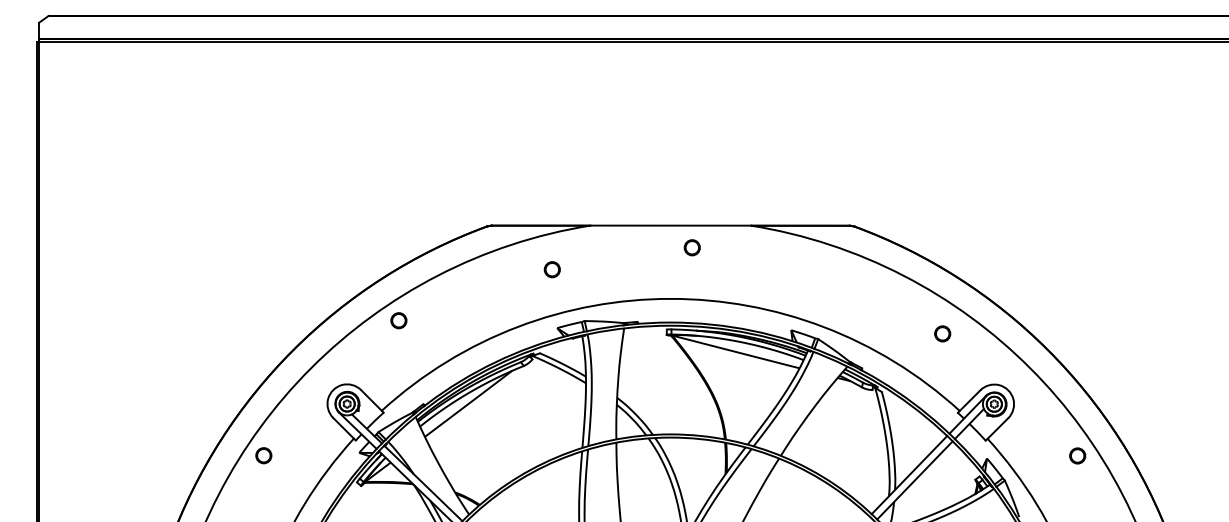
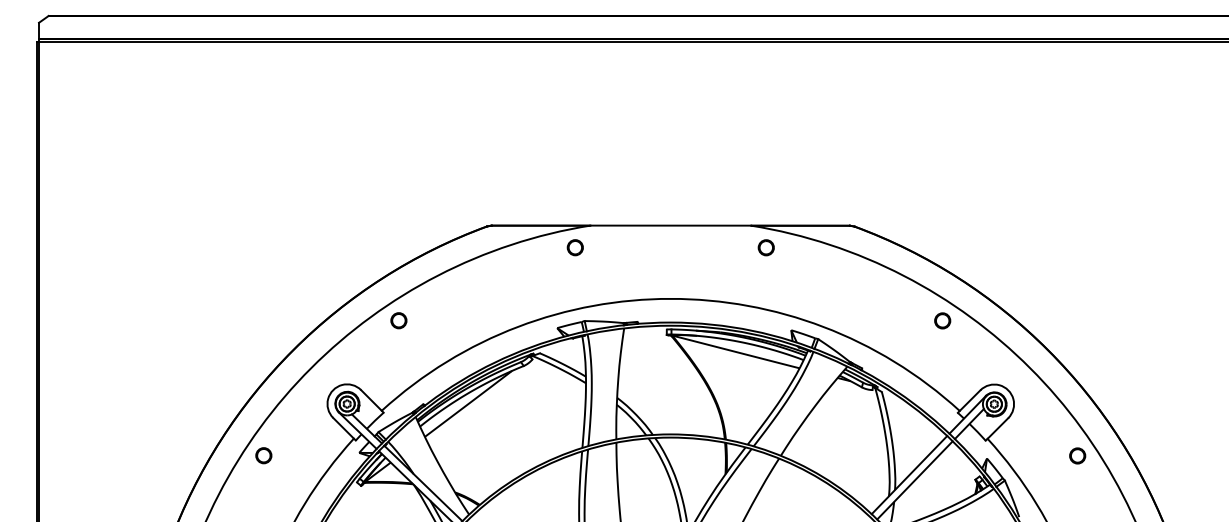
circle at (691, 247) position: (691, 247) -> (765, 247)
circle at (551, 269) position: (551, 269) -> (574, 247)
circle at (942, 333) position: (942, 333) -> (942, 320)
